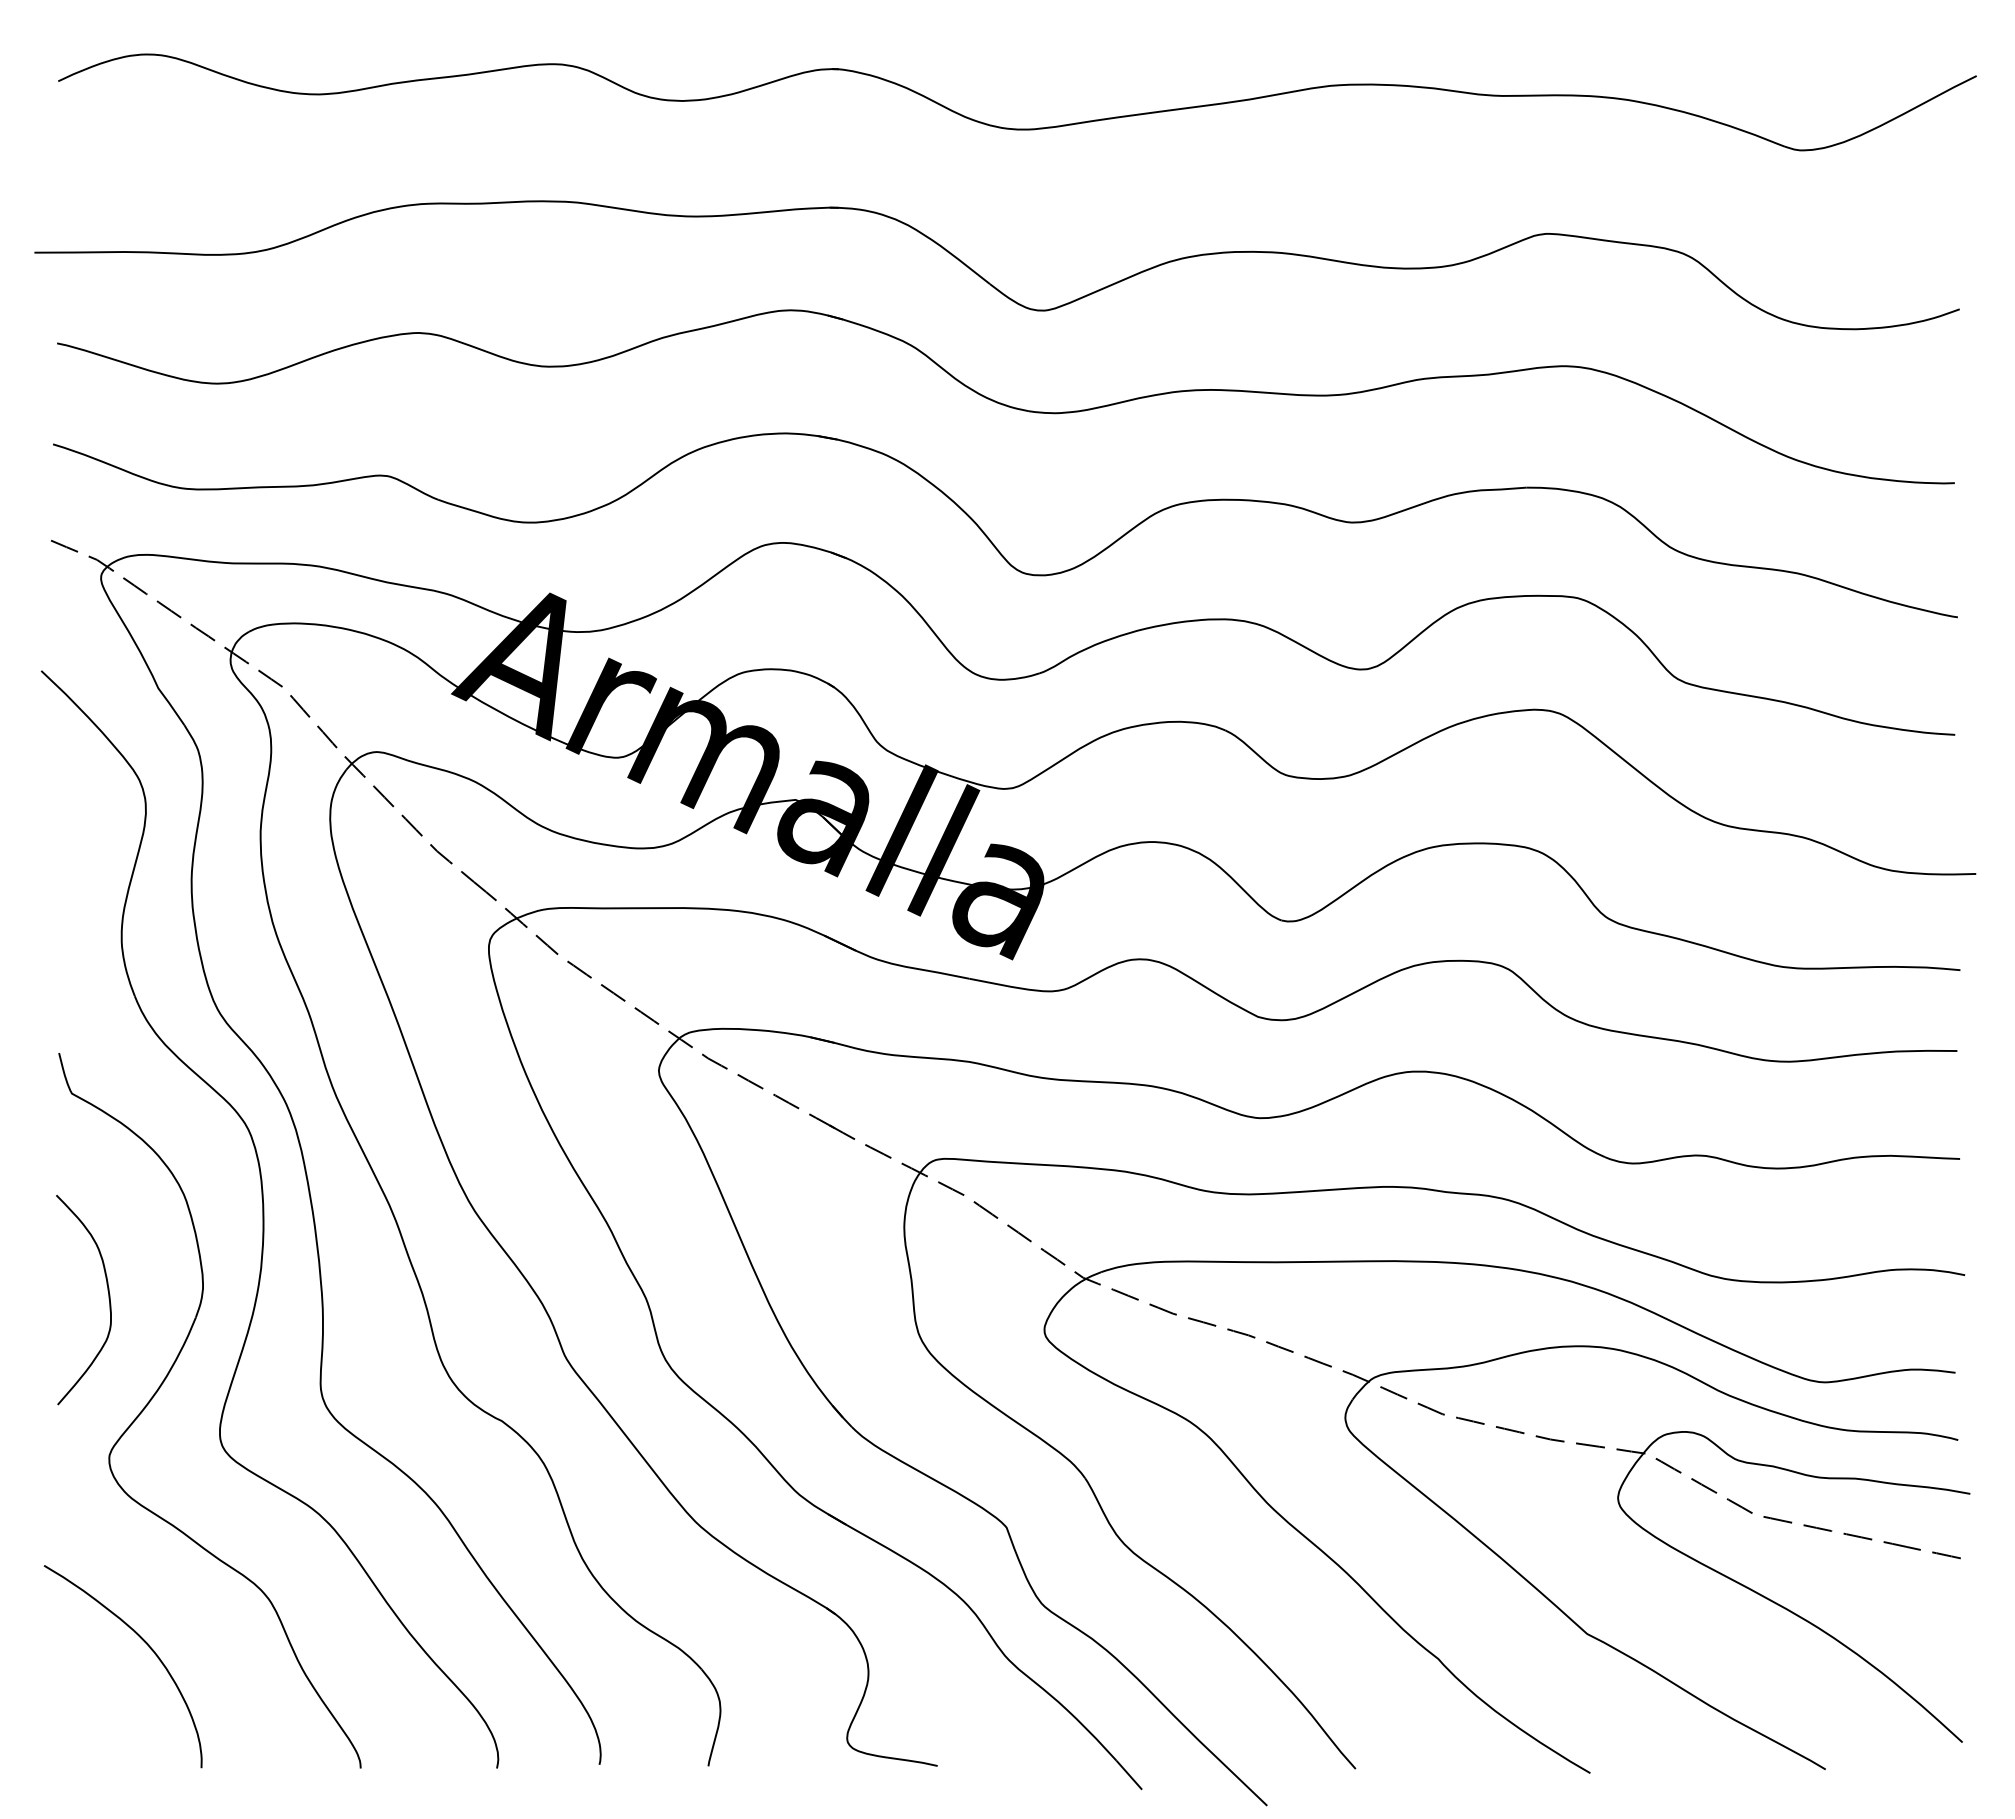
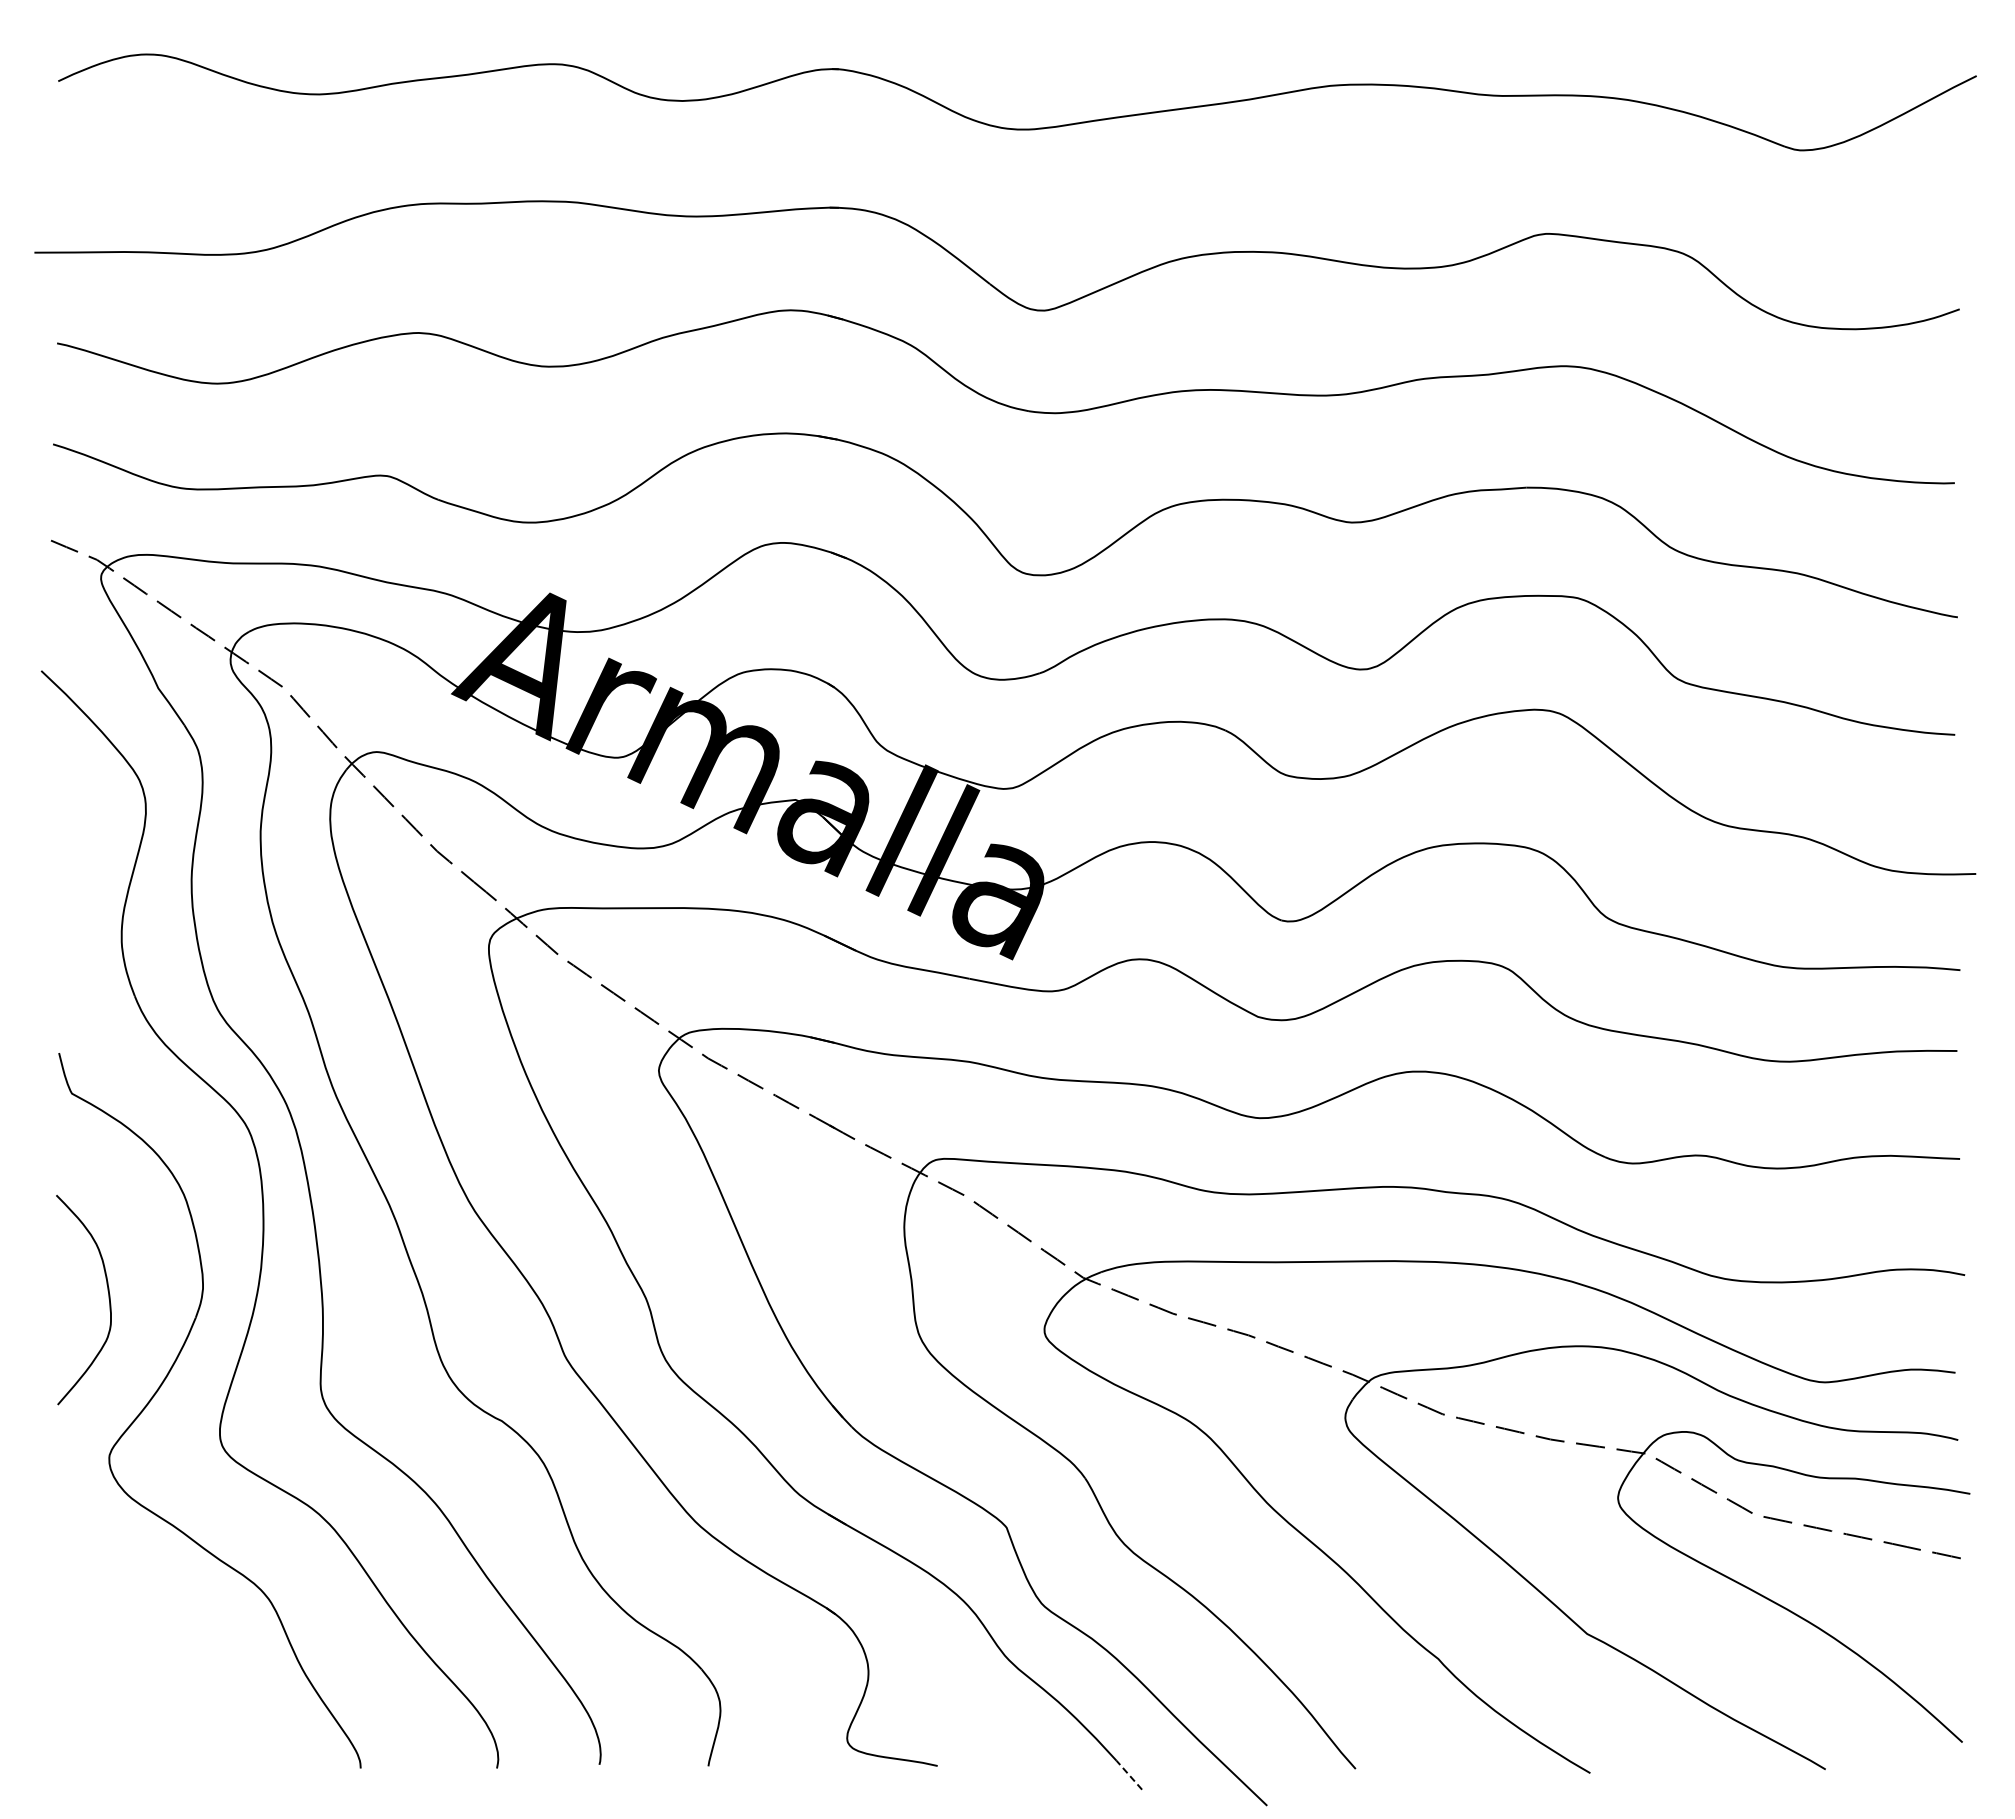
curve at (149, 1648): present -> none
line at (1129, 1774): solid -> dashed
